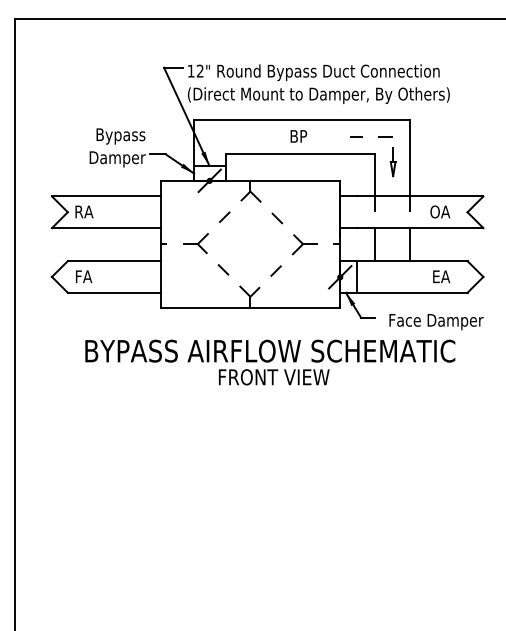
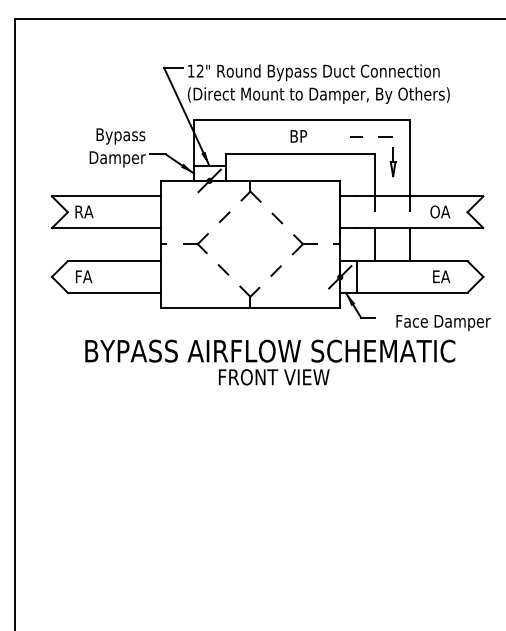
text at (436, 322) position: (436, 322) -> (443, 323)
